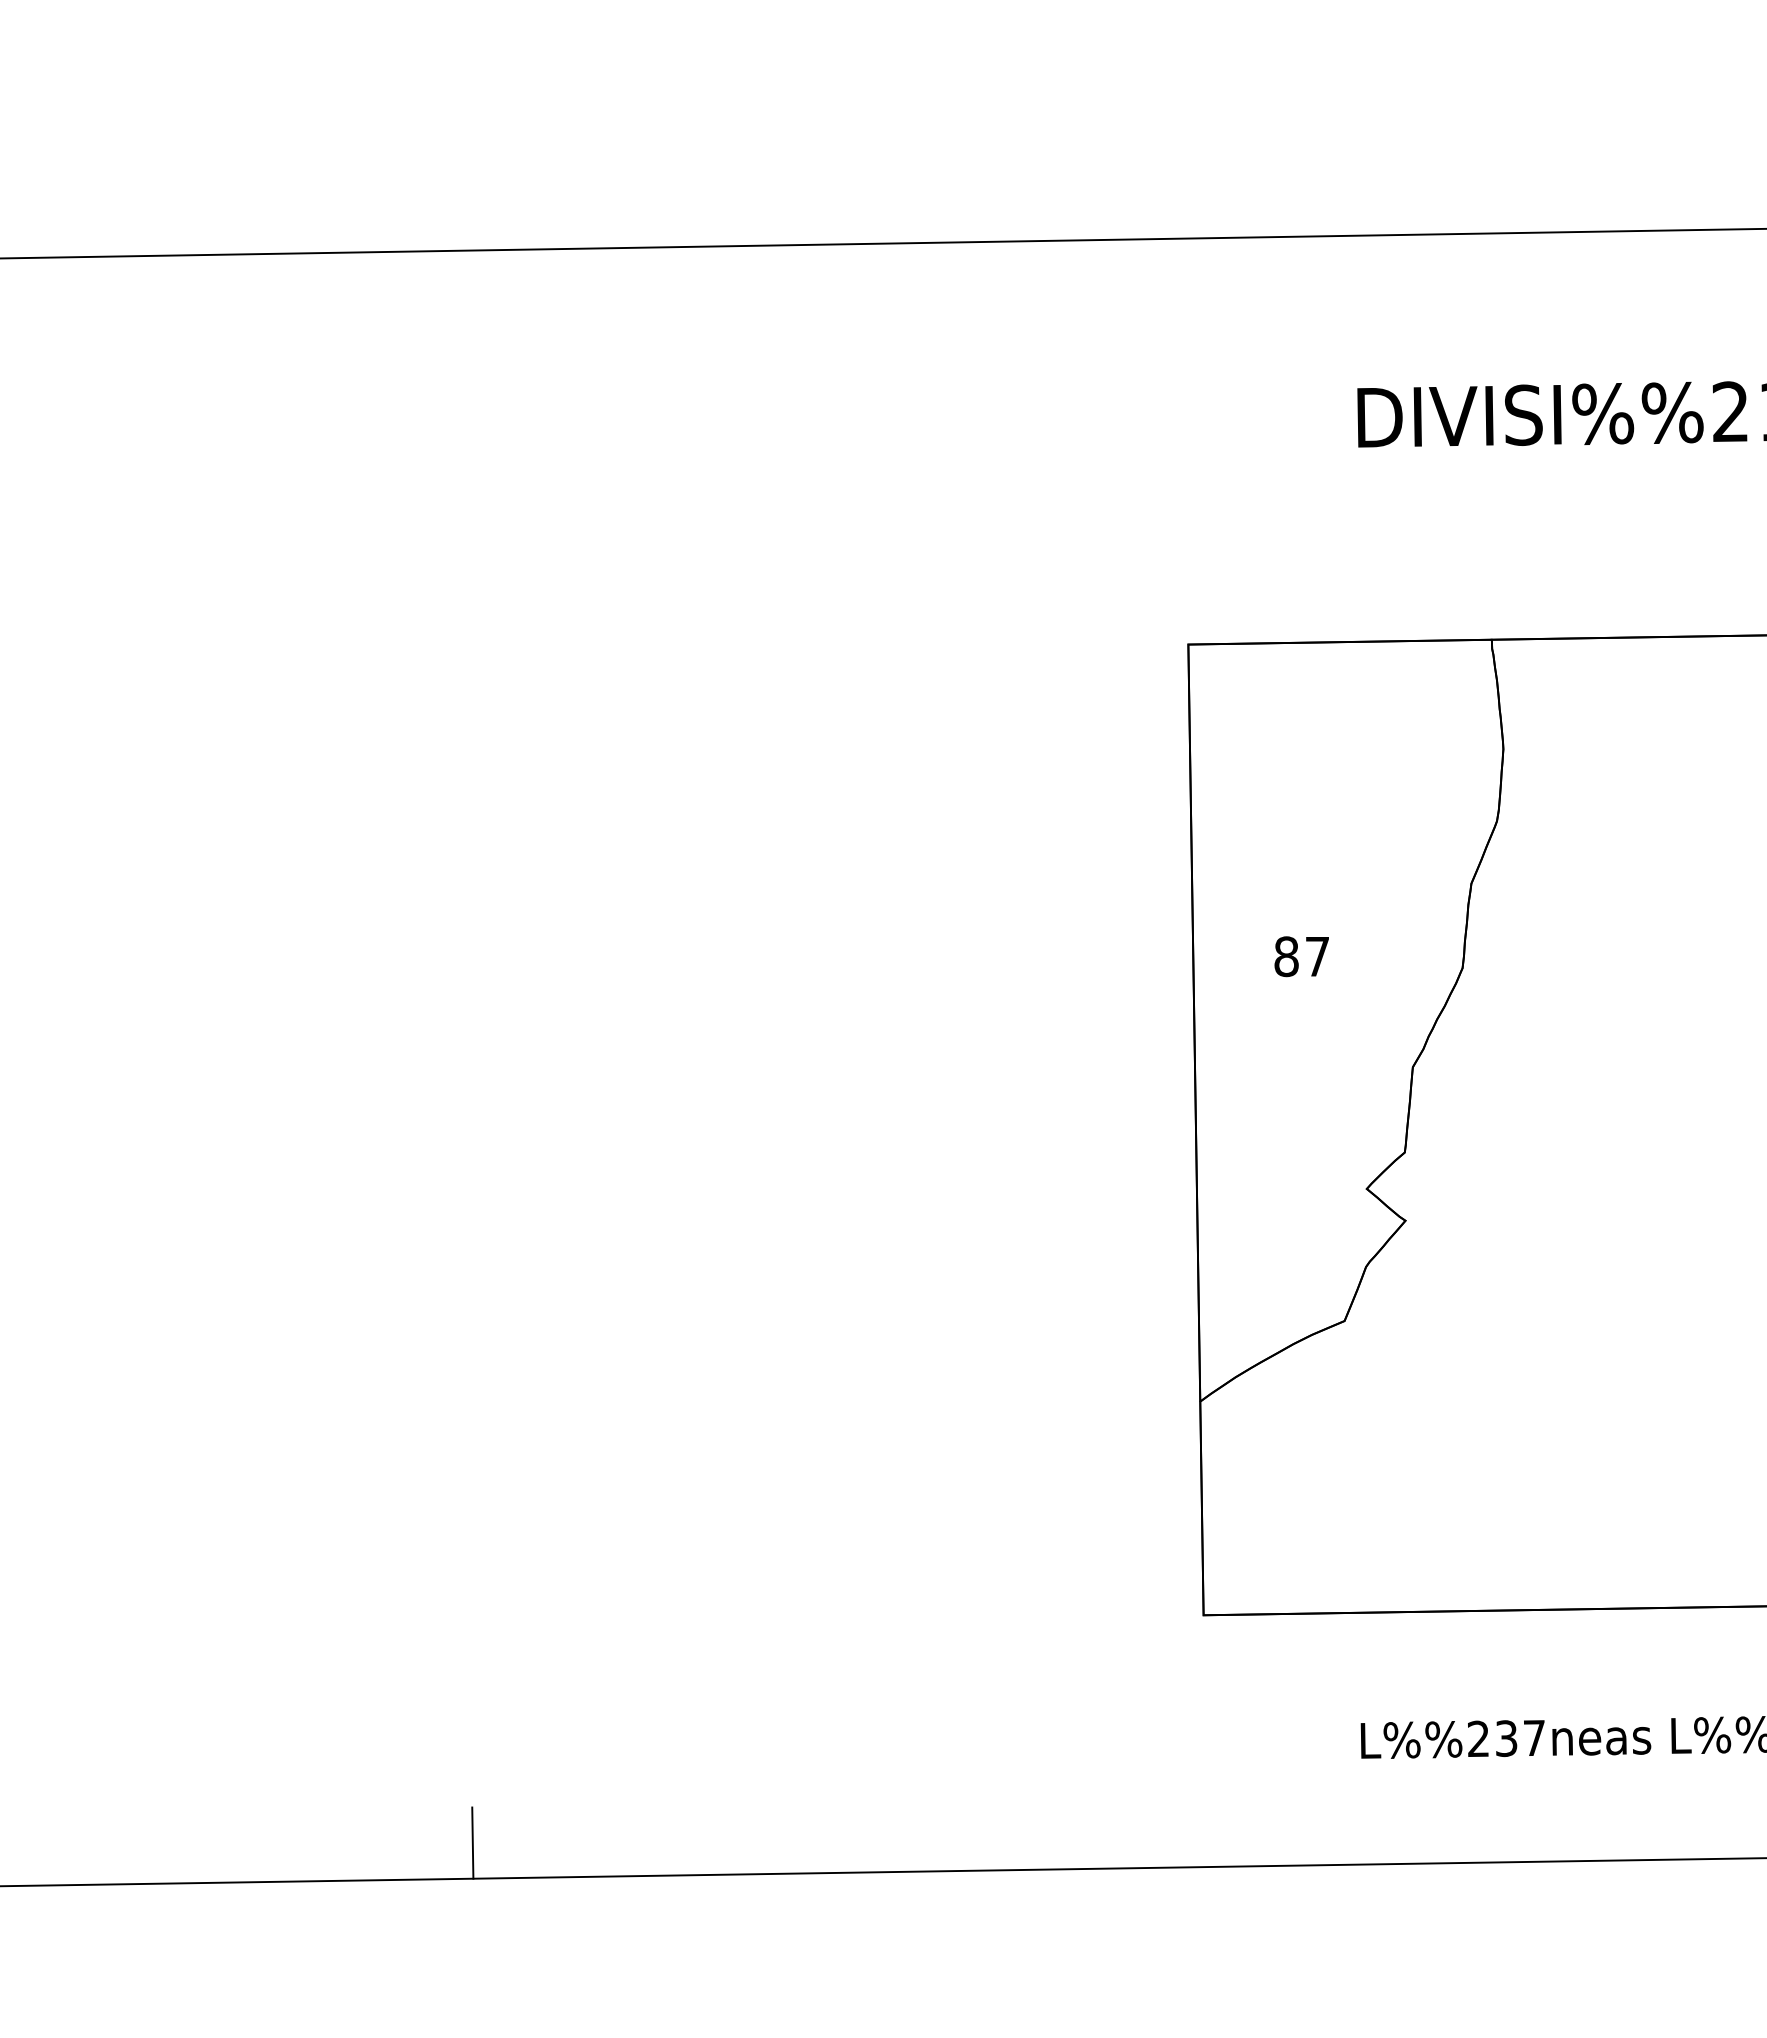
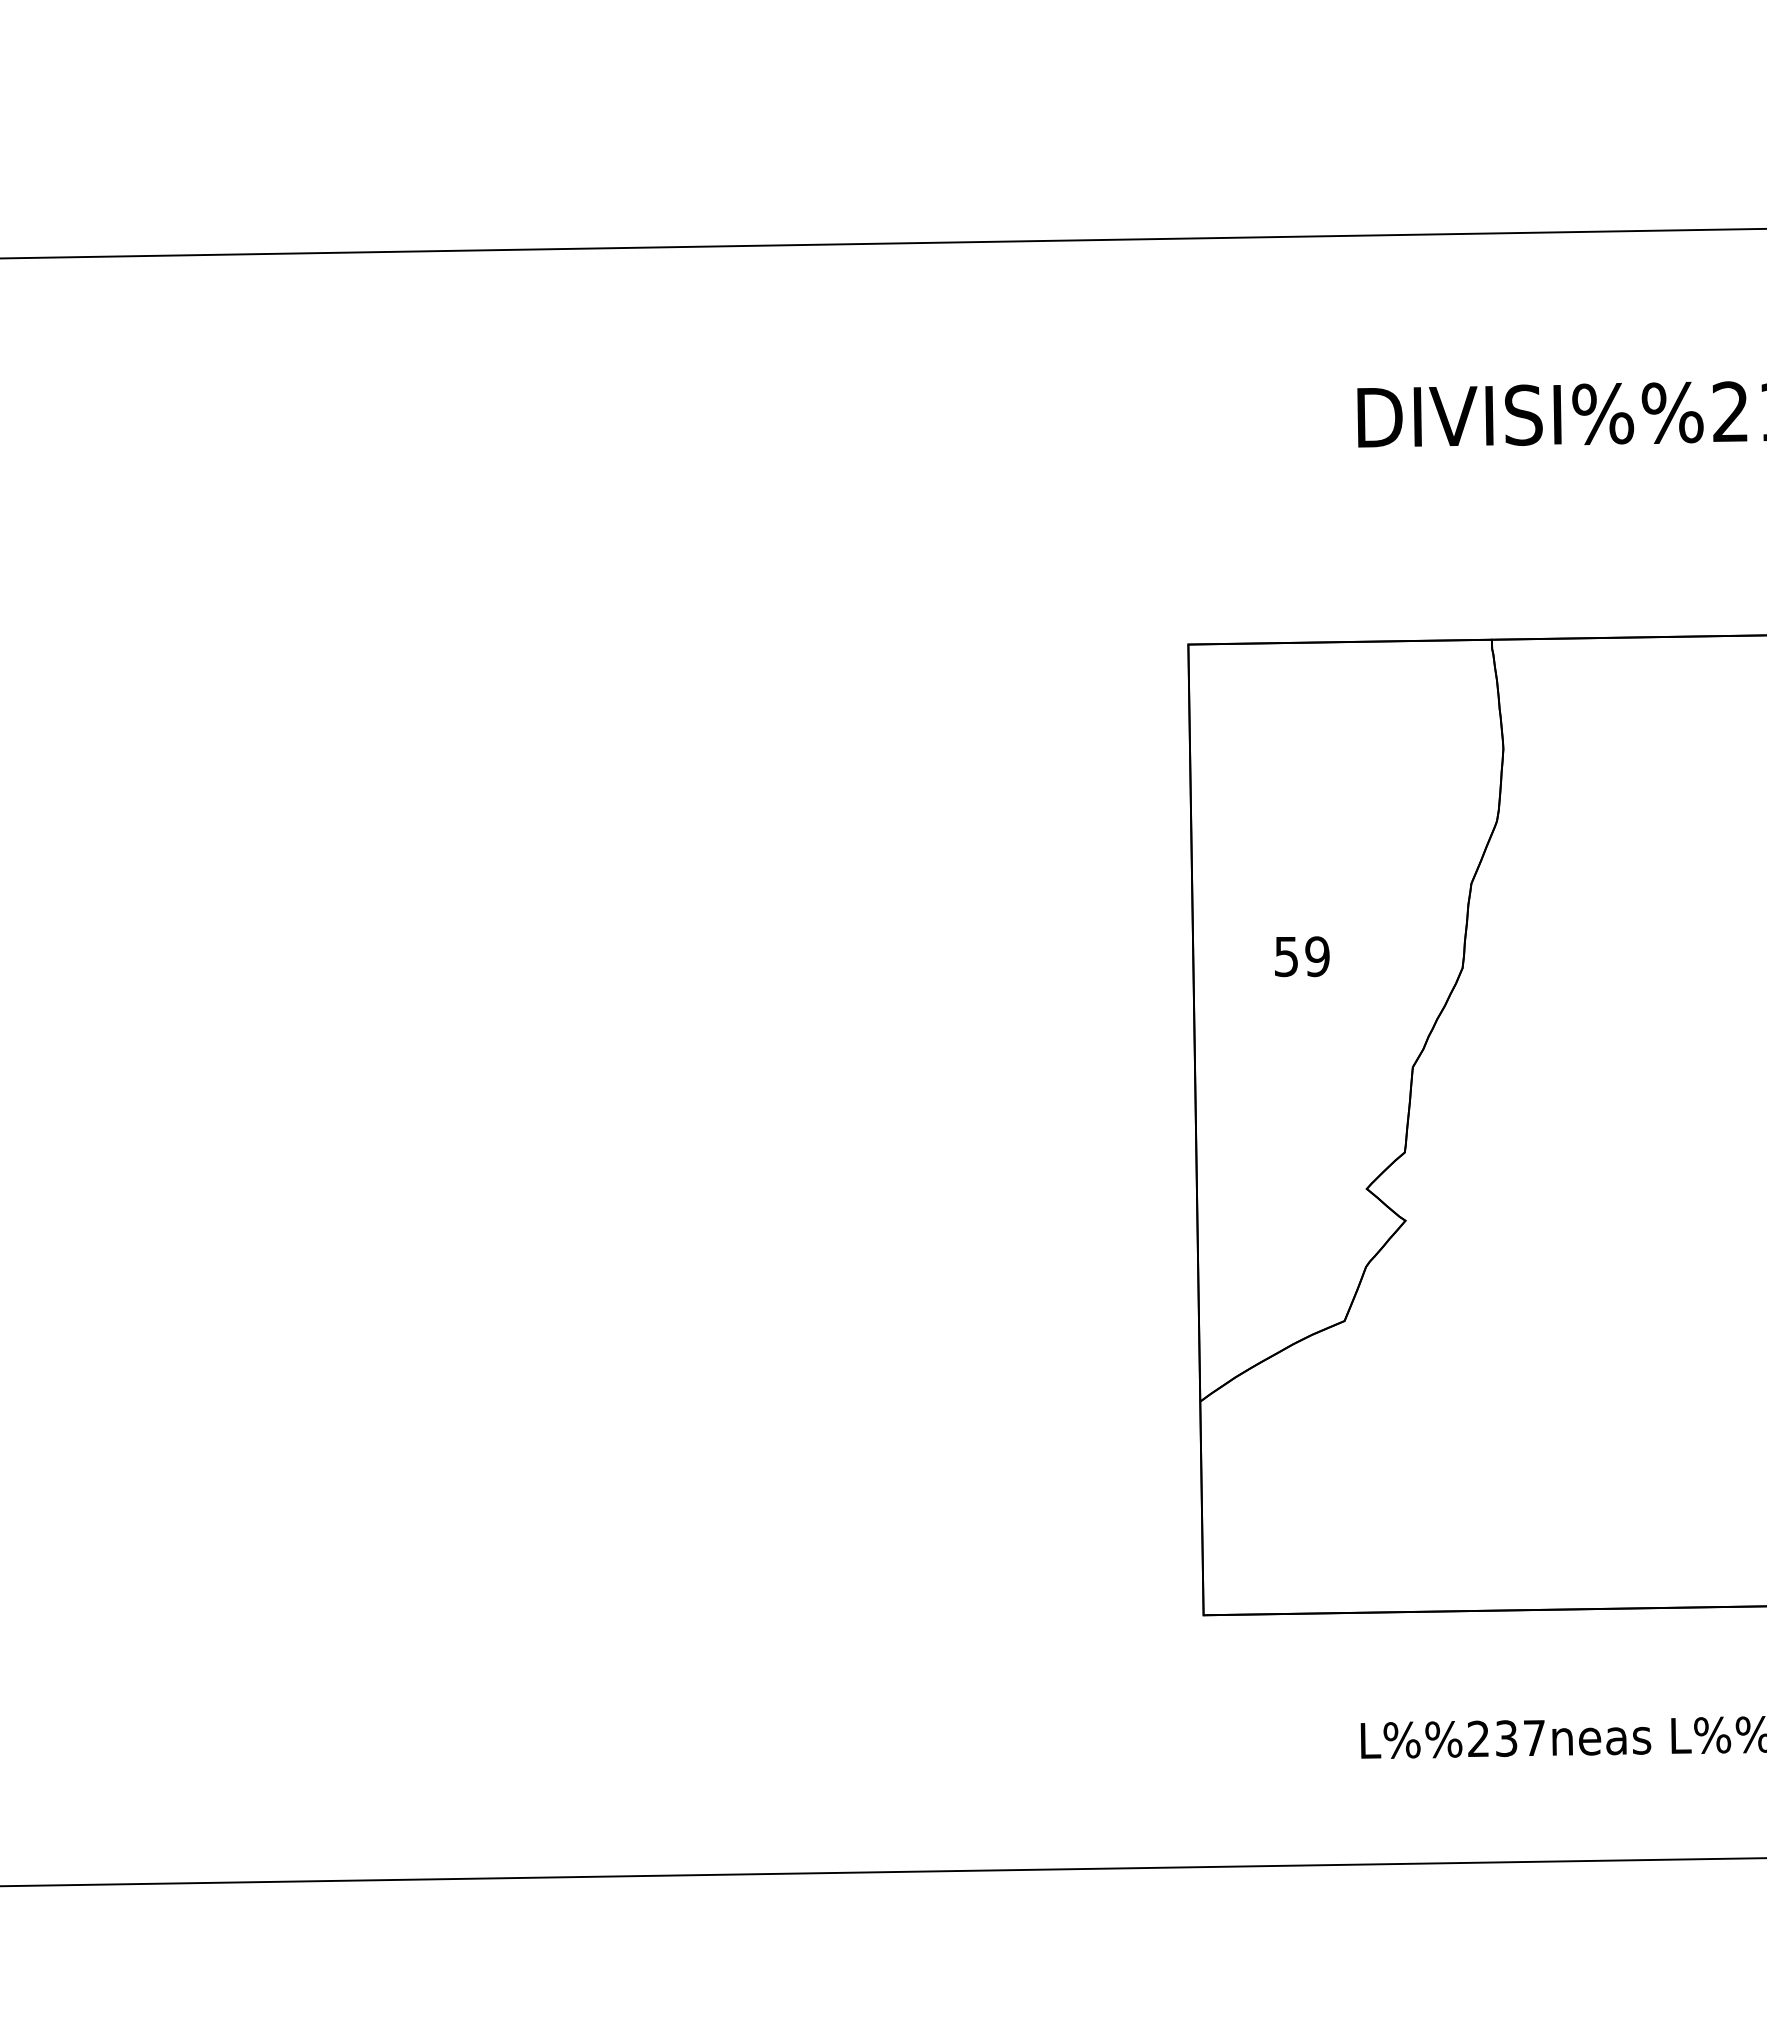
text at (1301, 956): 87 -> 59
line at (472, 1842): present -> none
